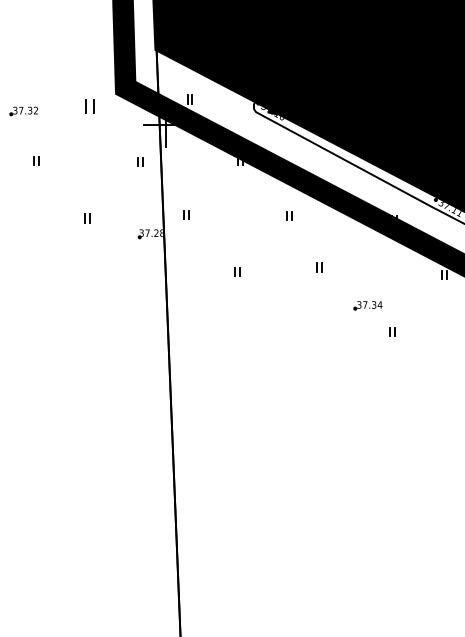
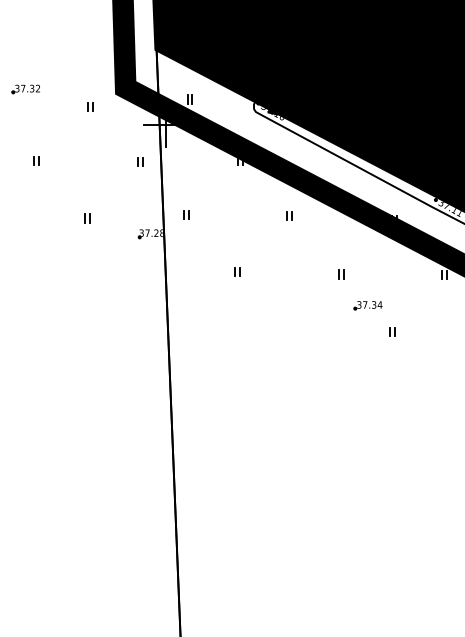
part at (89, 106) size: 10x15 px -> 7x10 px
part at (23, 111) position: (23, 111) -> (25, 89)
part at (319, 267) position: (319, 267) -> (341, 274)
